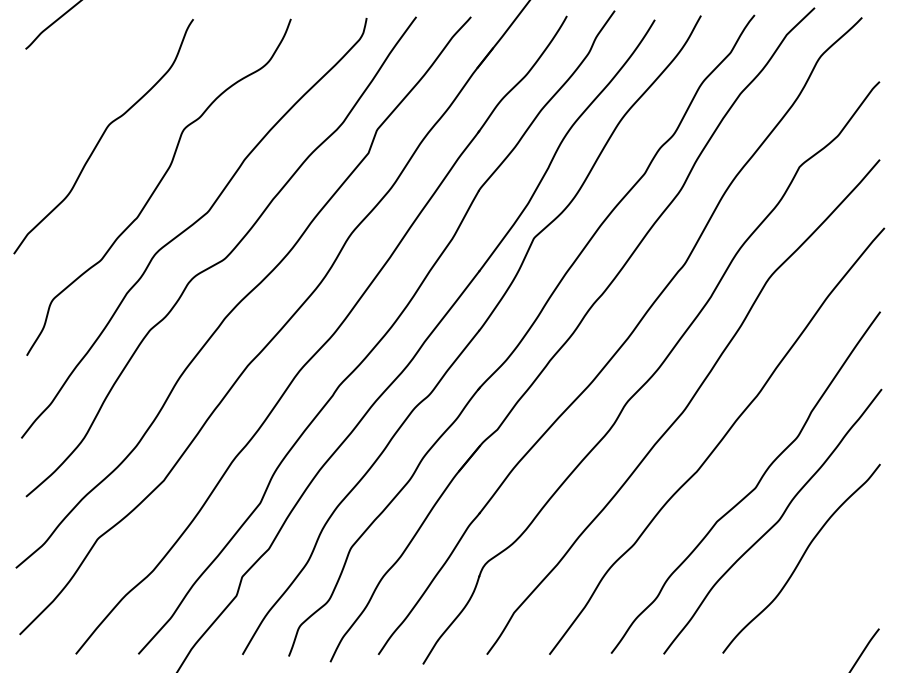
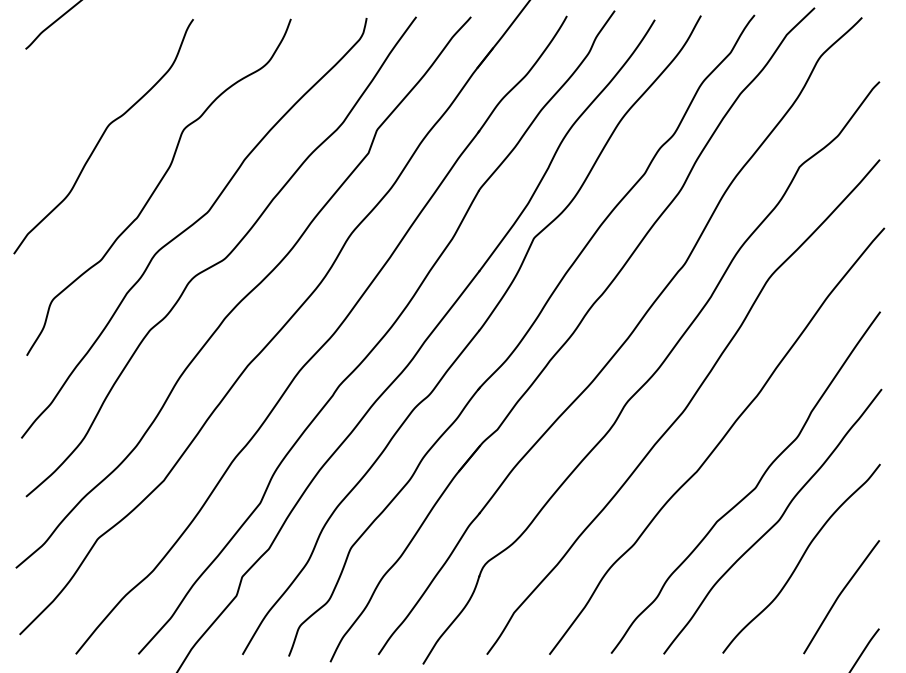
curve at (839, 597): none -> present
